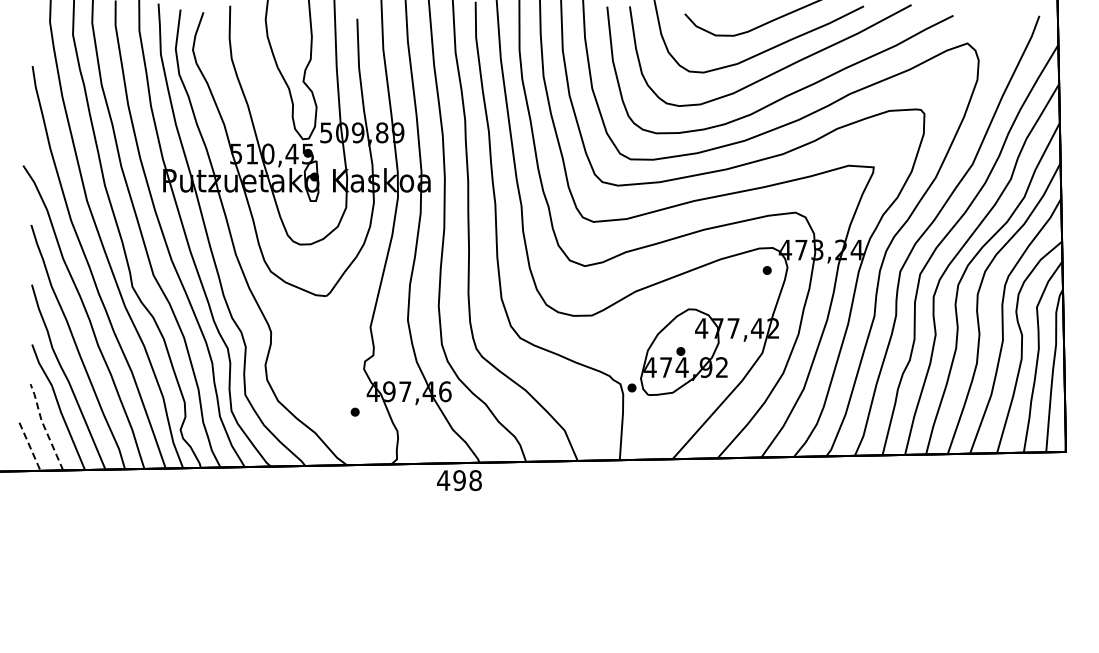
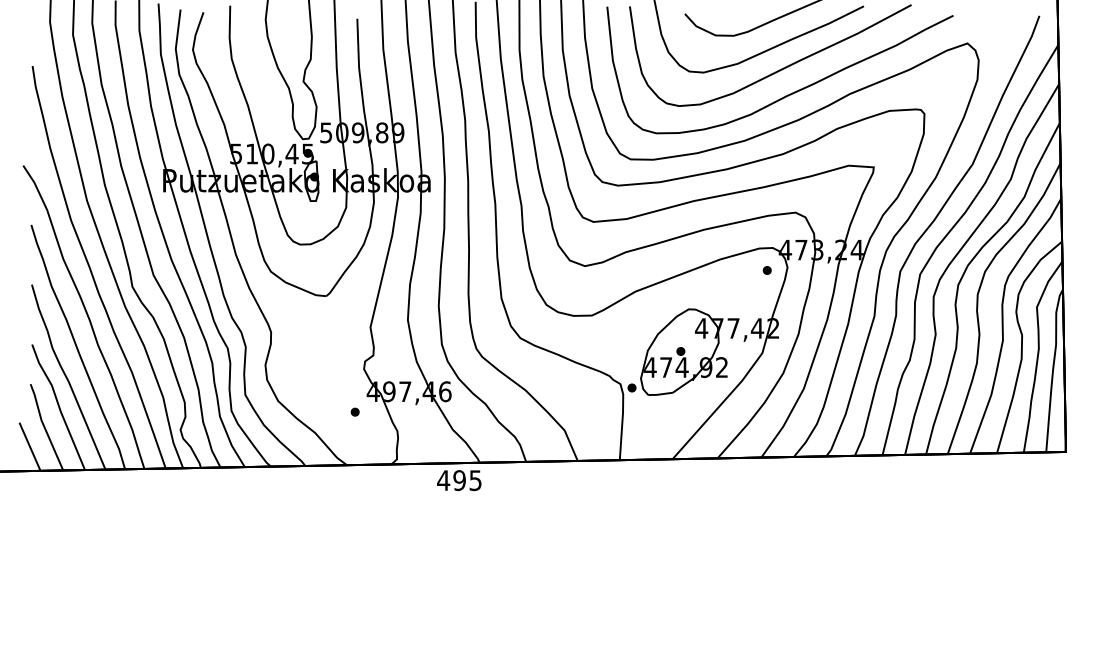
line at (44, 426): dashed -> solid
line at (30, 447): dashed -> solid
text at (475, 480): 498 -> 495
